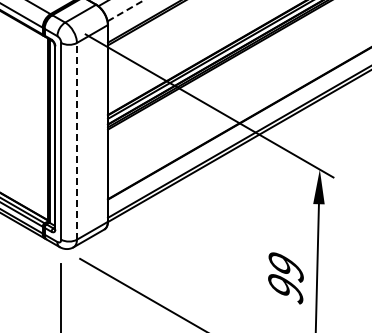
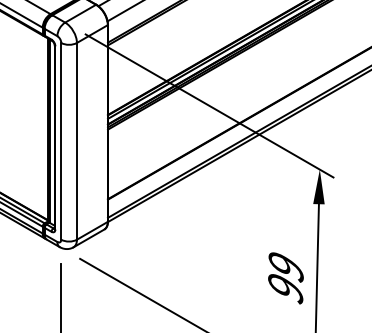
line at (125, 10): dashed -> solid
line at (76, 140): dashed -> solid
